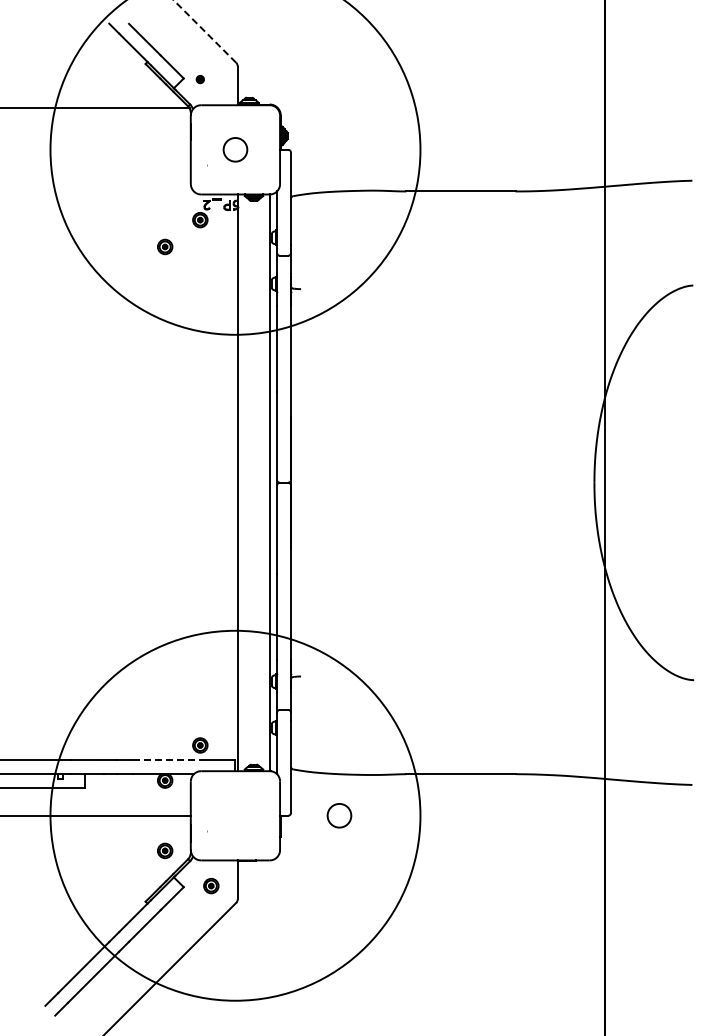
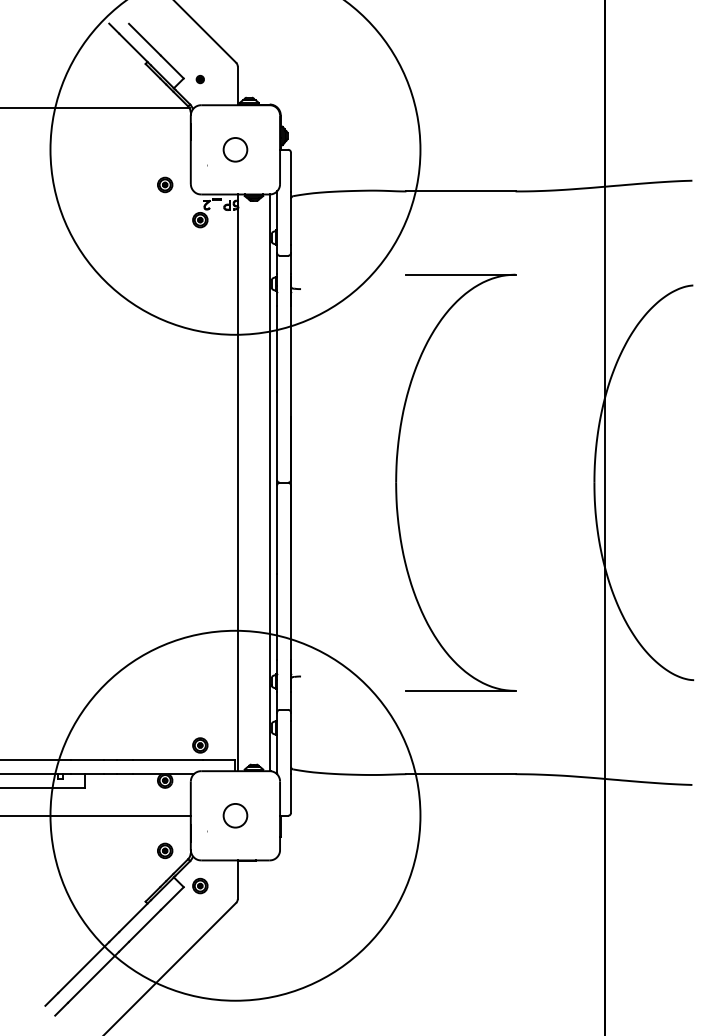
line at (205, 31): dashed -> solid
part at (165, 246) position: (165, 246) -> (165, 184)
part at (397, 481): none -> present
line at (168, 760): dashed -> solid
circle at (339, 815) position: (339, 815) -> (235, 815)
part at (211, 885) position: (211, 885) -> (200, 885)
